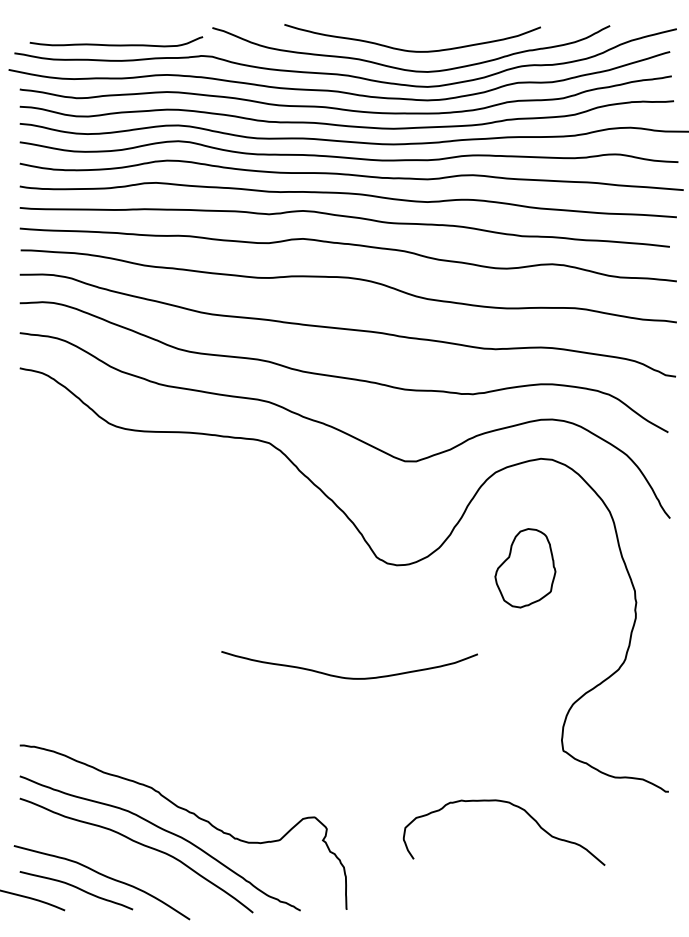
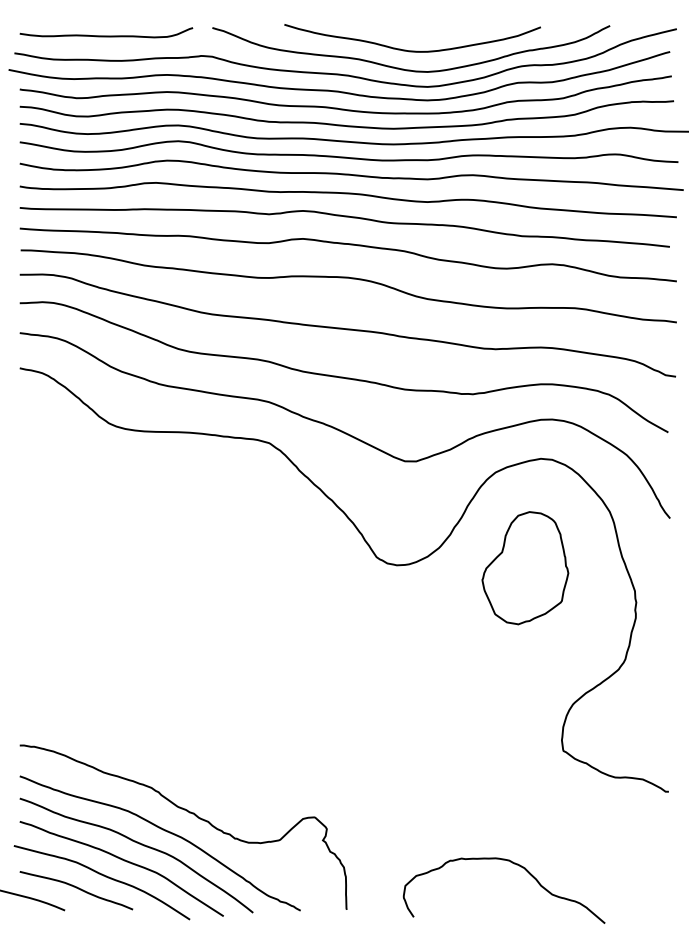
curve at (116, 44) position: (116, 44) -> (106, 35)
part at (525, 568) size: 63x81 px -> 89x115 px
curve at (349, 677): present -> none
curve at (516, 807) position: (516, 807) -> (516, 865)
curve at (124, 861): none -> present
